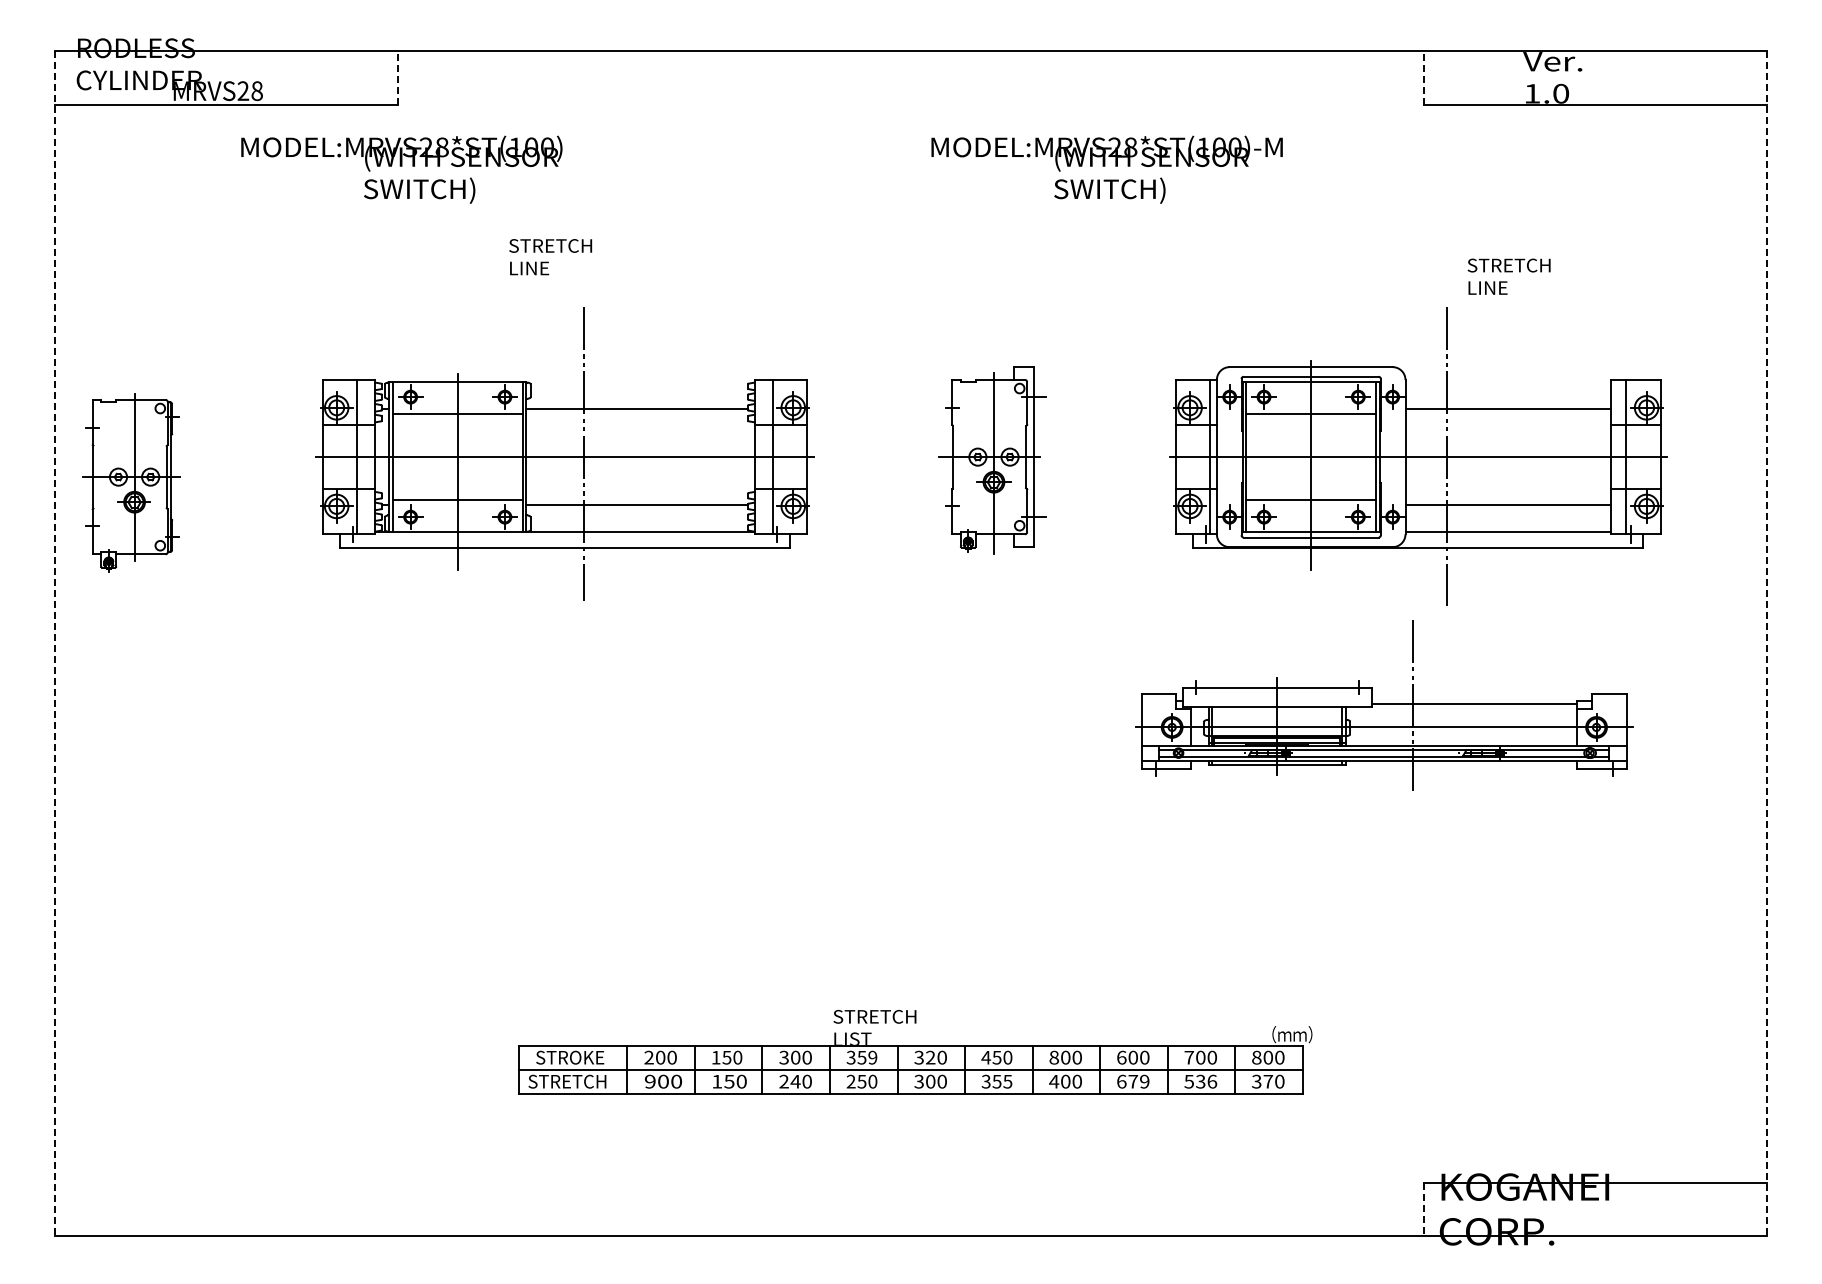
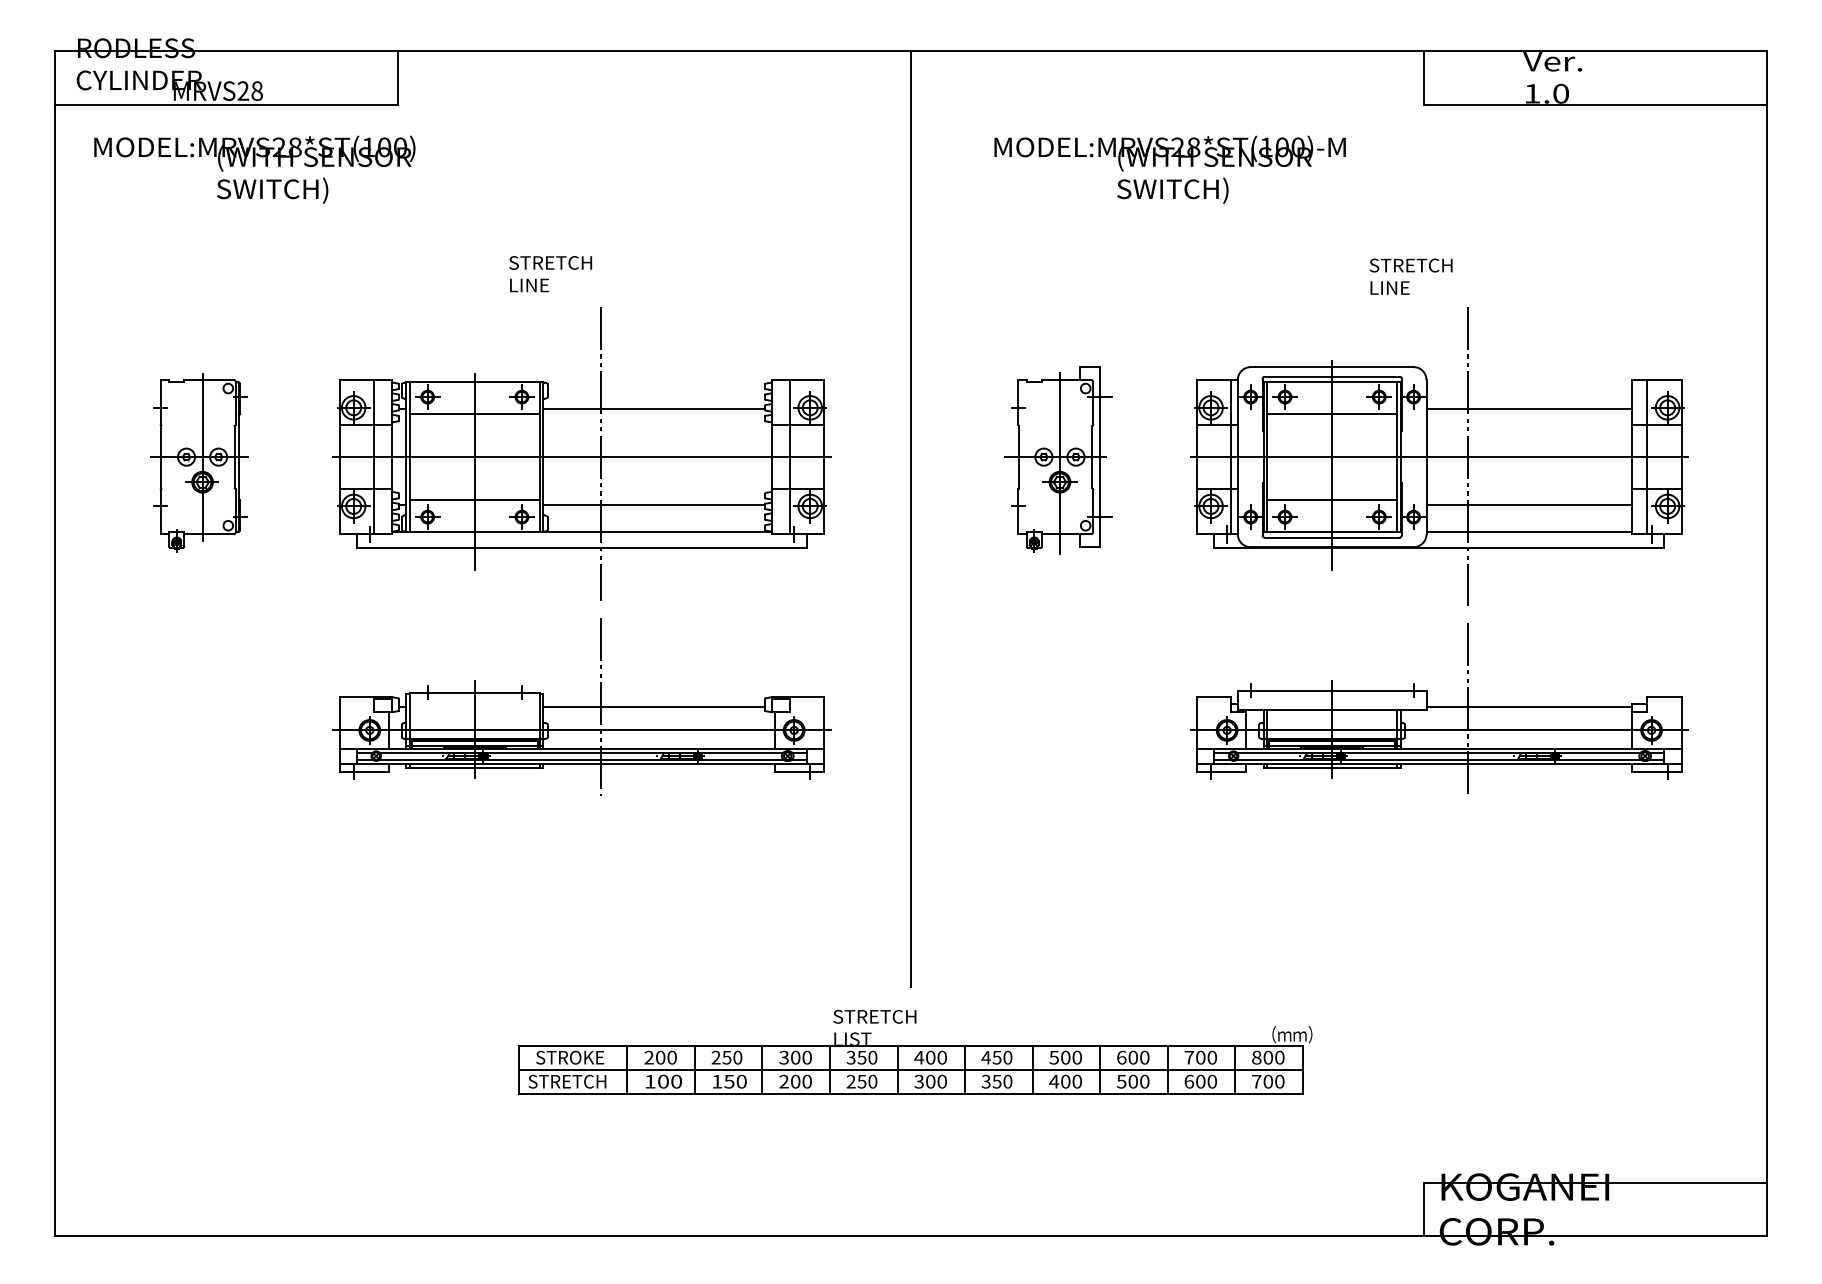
line at (397, 77): dashed -> solid
line at (1424, 77): dashed -> solid
text at (401, 169) position: (401, 169) -> (254, 169)
text at (1106, 169) position: (1106, 169) -> (1169, 169)
text at (550, 257) position: (550, 257) -> (550, 274)
text at (1508, 276) position: (1508, 276) -> (1410, 276)
part at (564, 453) position: (564, 453) -> (581, 453)
part at (1418, 456) position: (1418, 456) -> (1439, 456)
part at (992, 460) position: (992, 460) -> (1058, 460)
part at (131, 482) position: (131, 482) -> (199, 462)
line at (911, 518): none -> present
line at (54, 643): dashed -> solid
line at (1767, 643): dashed -> solid
part at (1384, 705) position: (1384, 705) -> (1439, 708)
part at (581, 706): none -> present
text at (715, 1057): 150 -> 250
text at (872, 1057): 359 -> 350
text at (924, 1057): 320 -> 400
text at (1053, 1057): 800 -> 500
text at (649, 1081): 900 -> 100
text at (795, 1081): 240 -> 200
text at (1007, 1081): 355 -> 350
text at (1133, 1081): 679 -> 500
text at (1200, 1081): 536 -> 600
text at (1262, 1081): 370 -> 700
line at (1424, 1209): dashed -> solid
